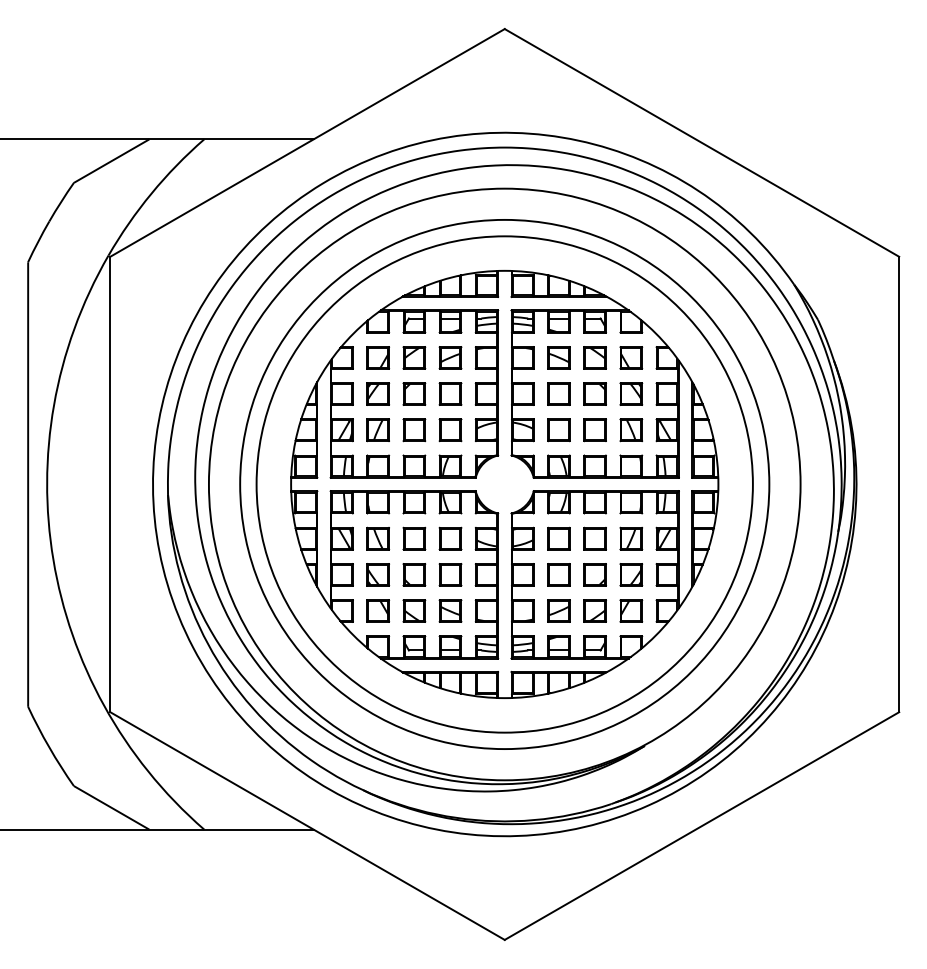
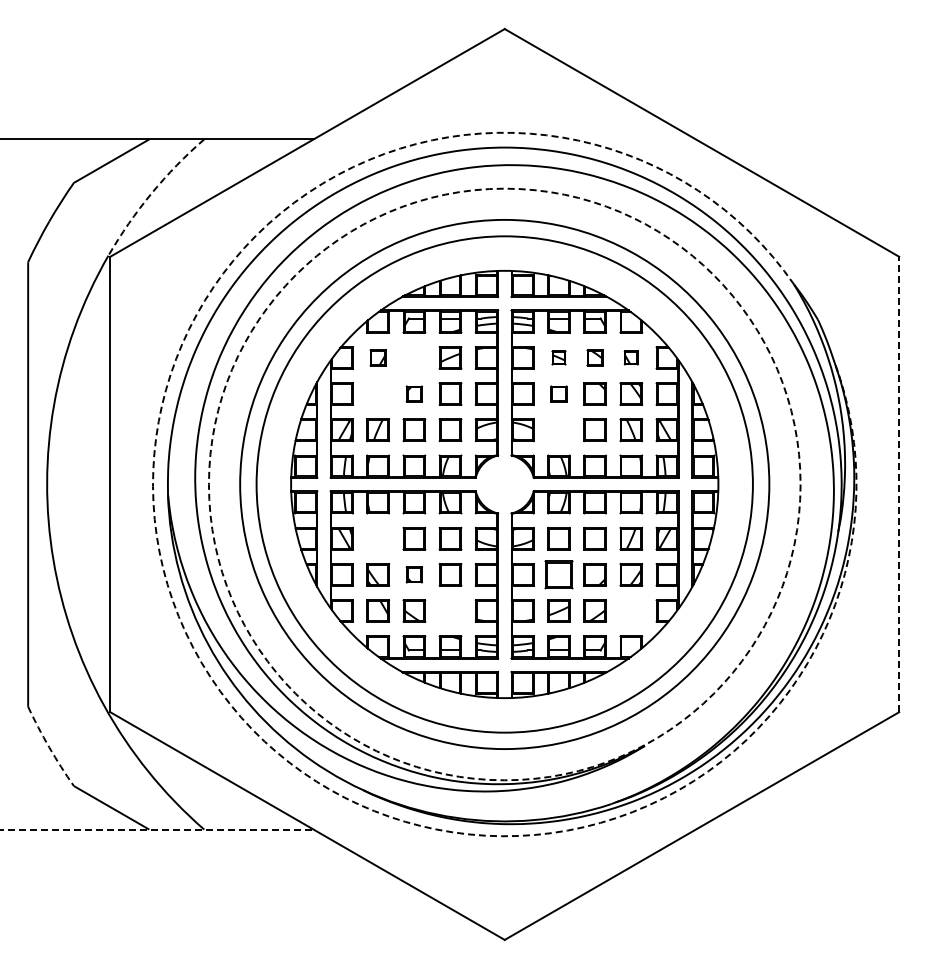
arc at (151, 193): solid -> dashed
part at (378, 357) size: 25x24 px -> 18x18 px
part at (414, 357): present -> none
part at (558, 357) size: 24x24 px -> 16x16 px
part at (594, 357) size: 24x24 px -> 18x18 px
part at (631, 357) size: 25x24 px -> 16x16 px
part at (378, 393): present -> none
part at (414, 393) size: 25x24 px -> 18x18 px
part at (558, 393) size: 24x24 px -> 18x18 px
part at (558, 430): present -> none
circle at (504, 484): solid -> dashed
line at (899, 484): solid -> dashed
part at (378, 538): present -> none
part at (414, 574) size: 25x24 px -> 18x18 px
part at (558, 574) size: 24x24 px -> 30x30 px
part at (450, 610): present -> none
part at (631, 610): present -> none
arc at (193, 647): solid -> dashed
arc at (49, 747): solid -> dashed
line at (157, 829): solid -> dashed
